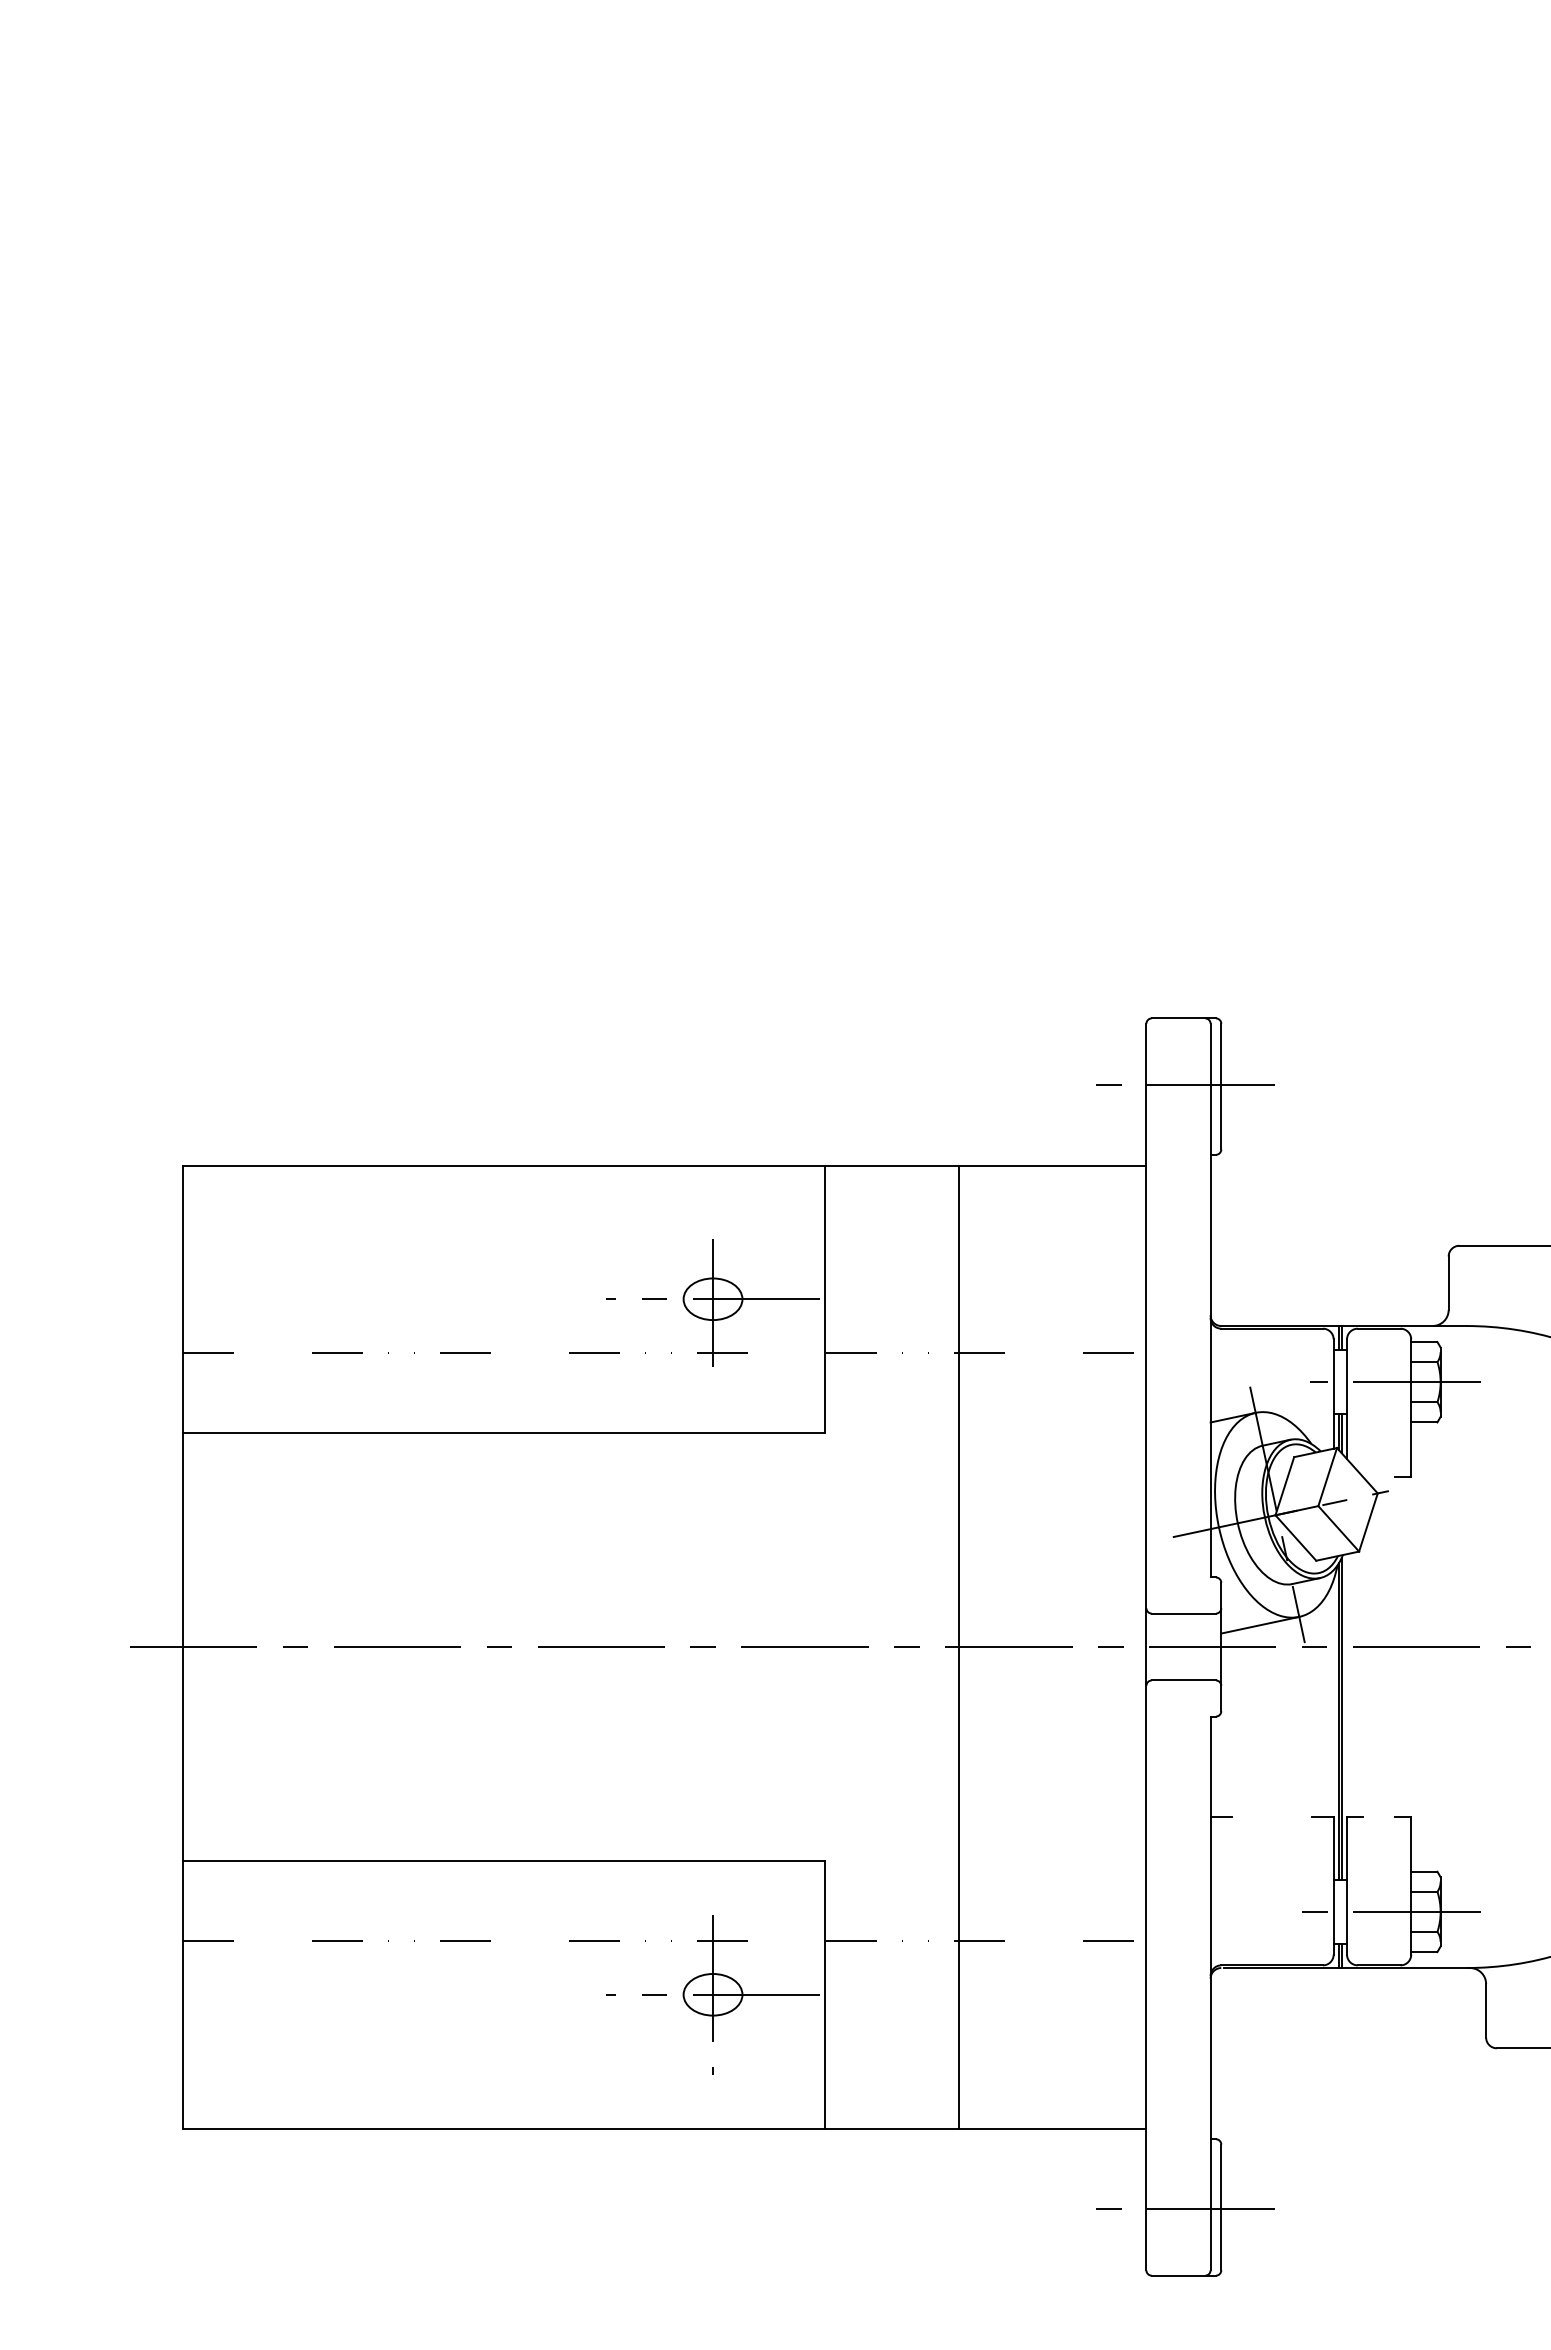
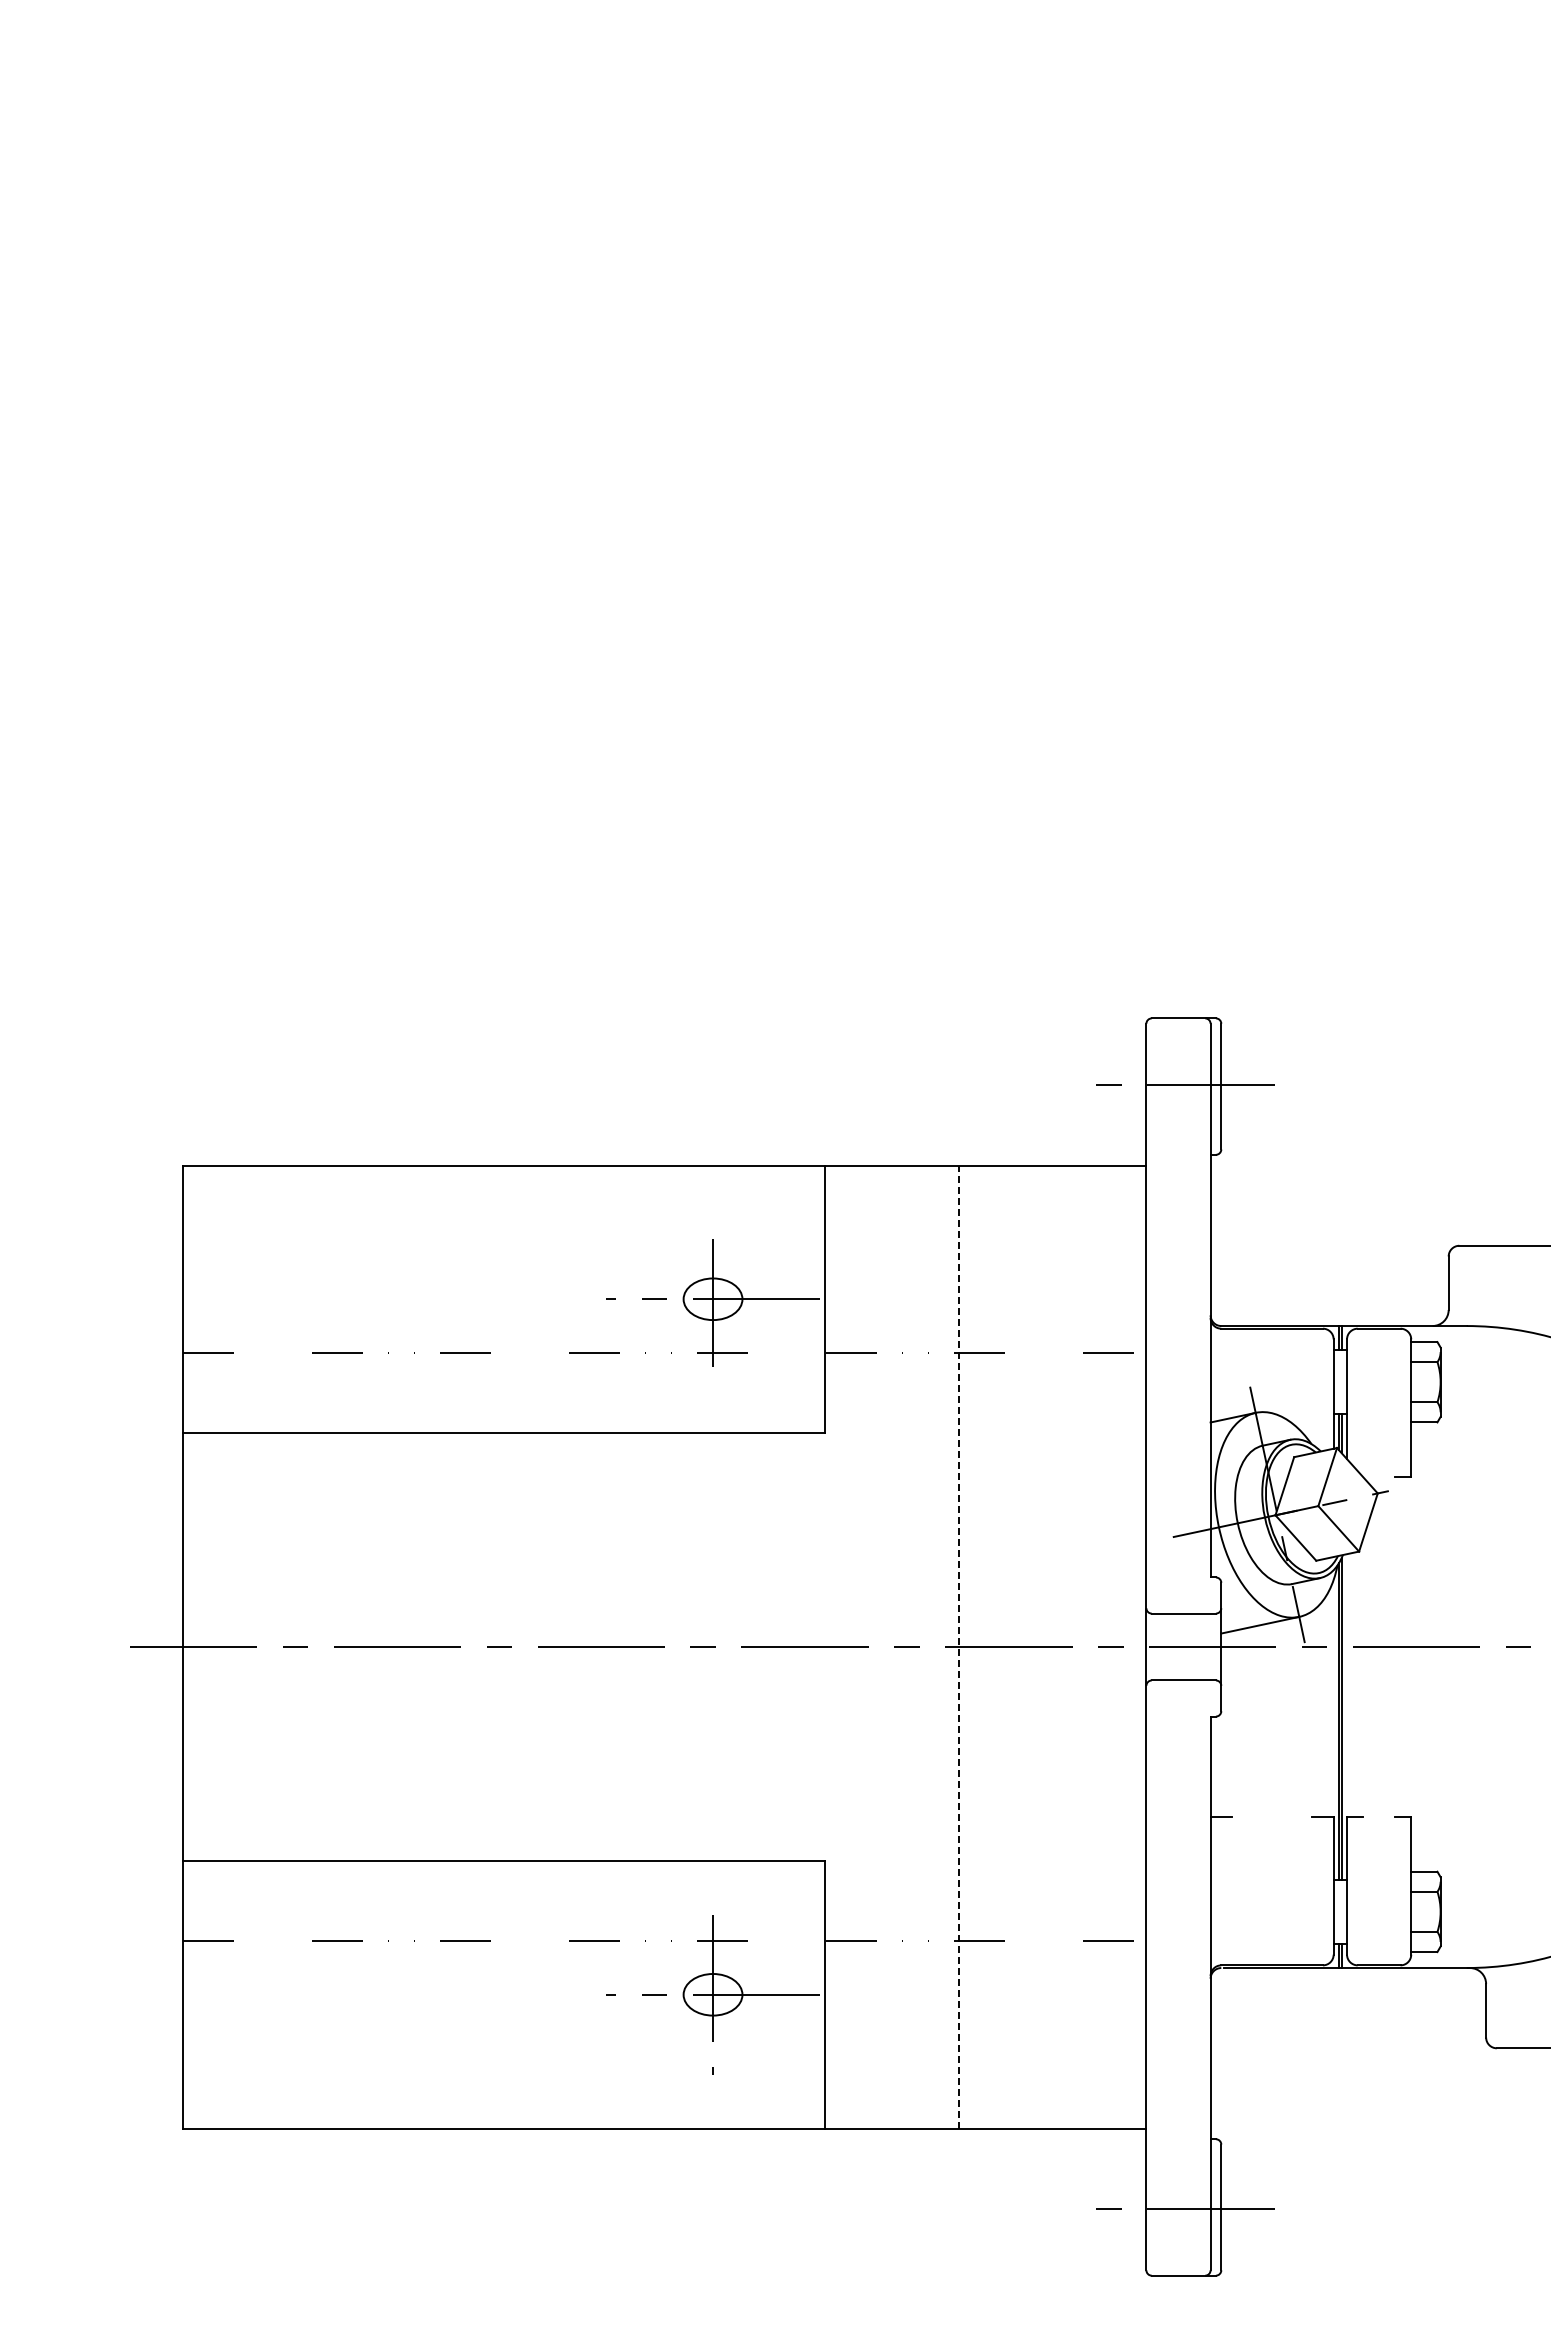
line at (1394, 1382): present -> none
line at (959, 1647): solid -> dashed
line at (1389, 1911): present -> none
